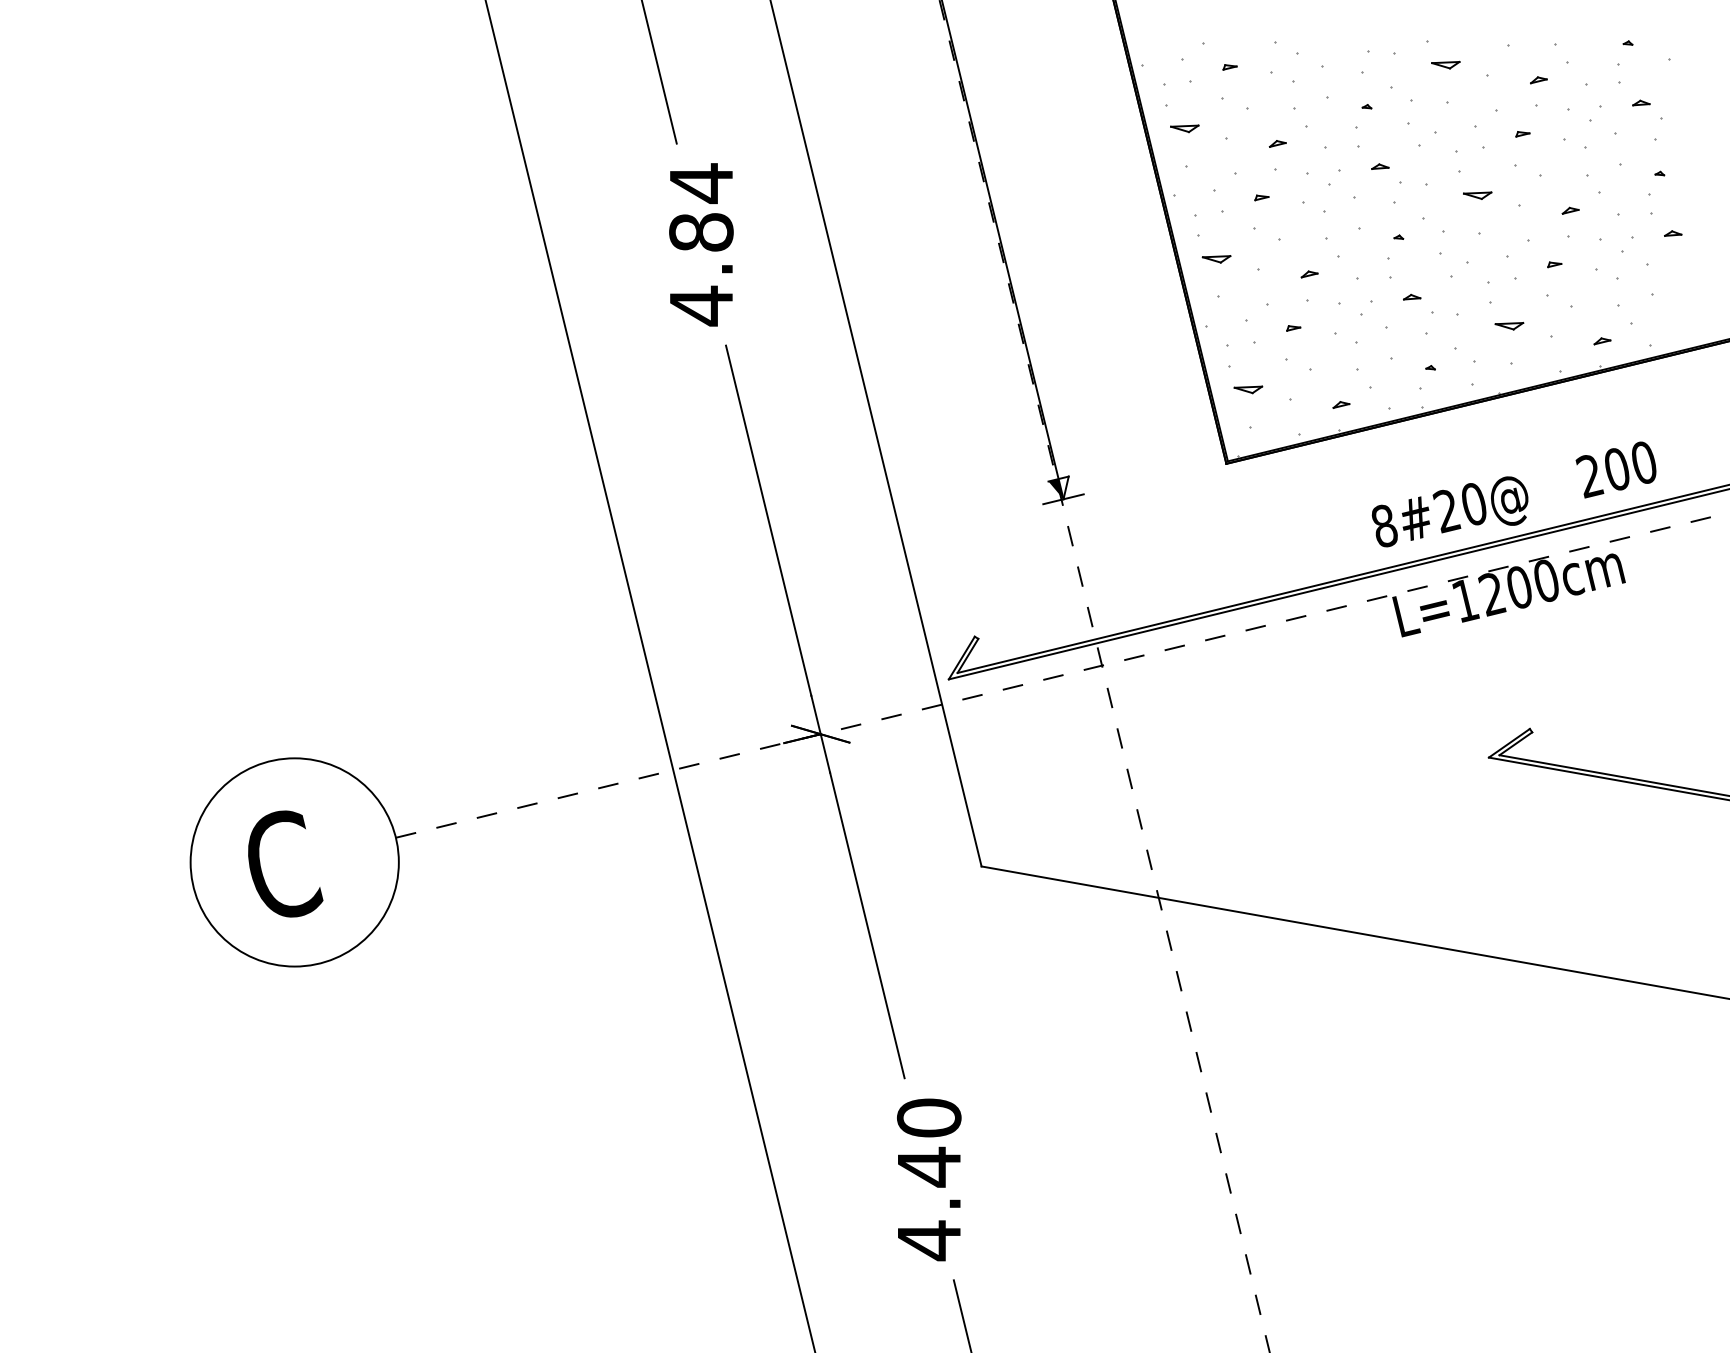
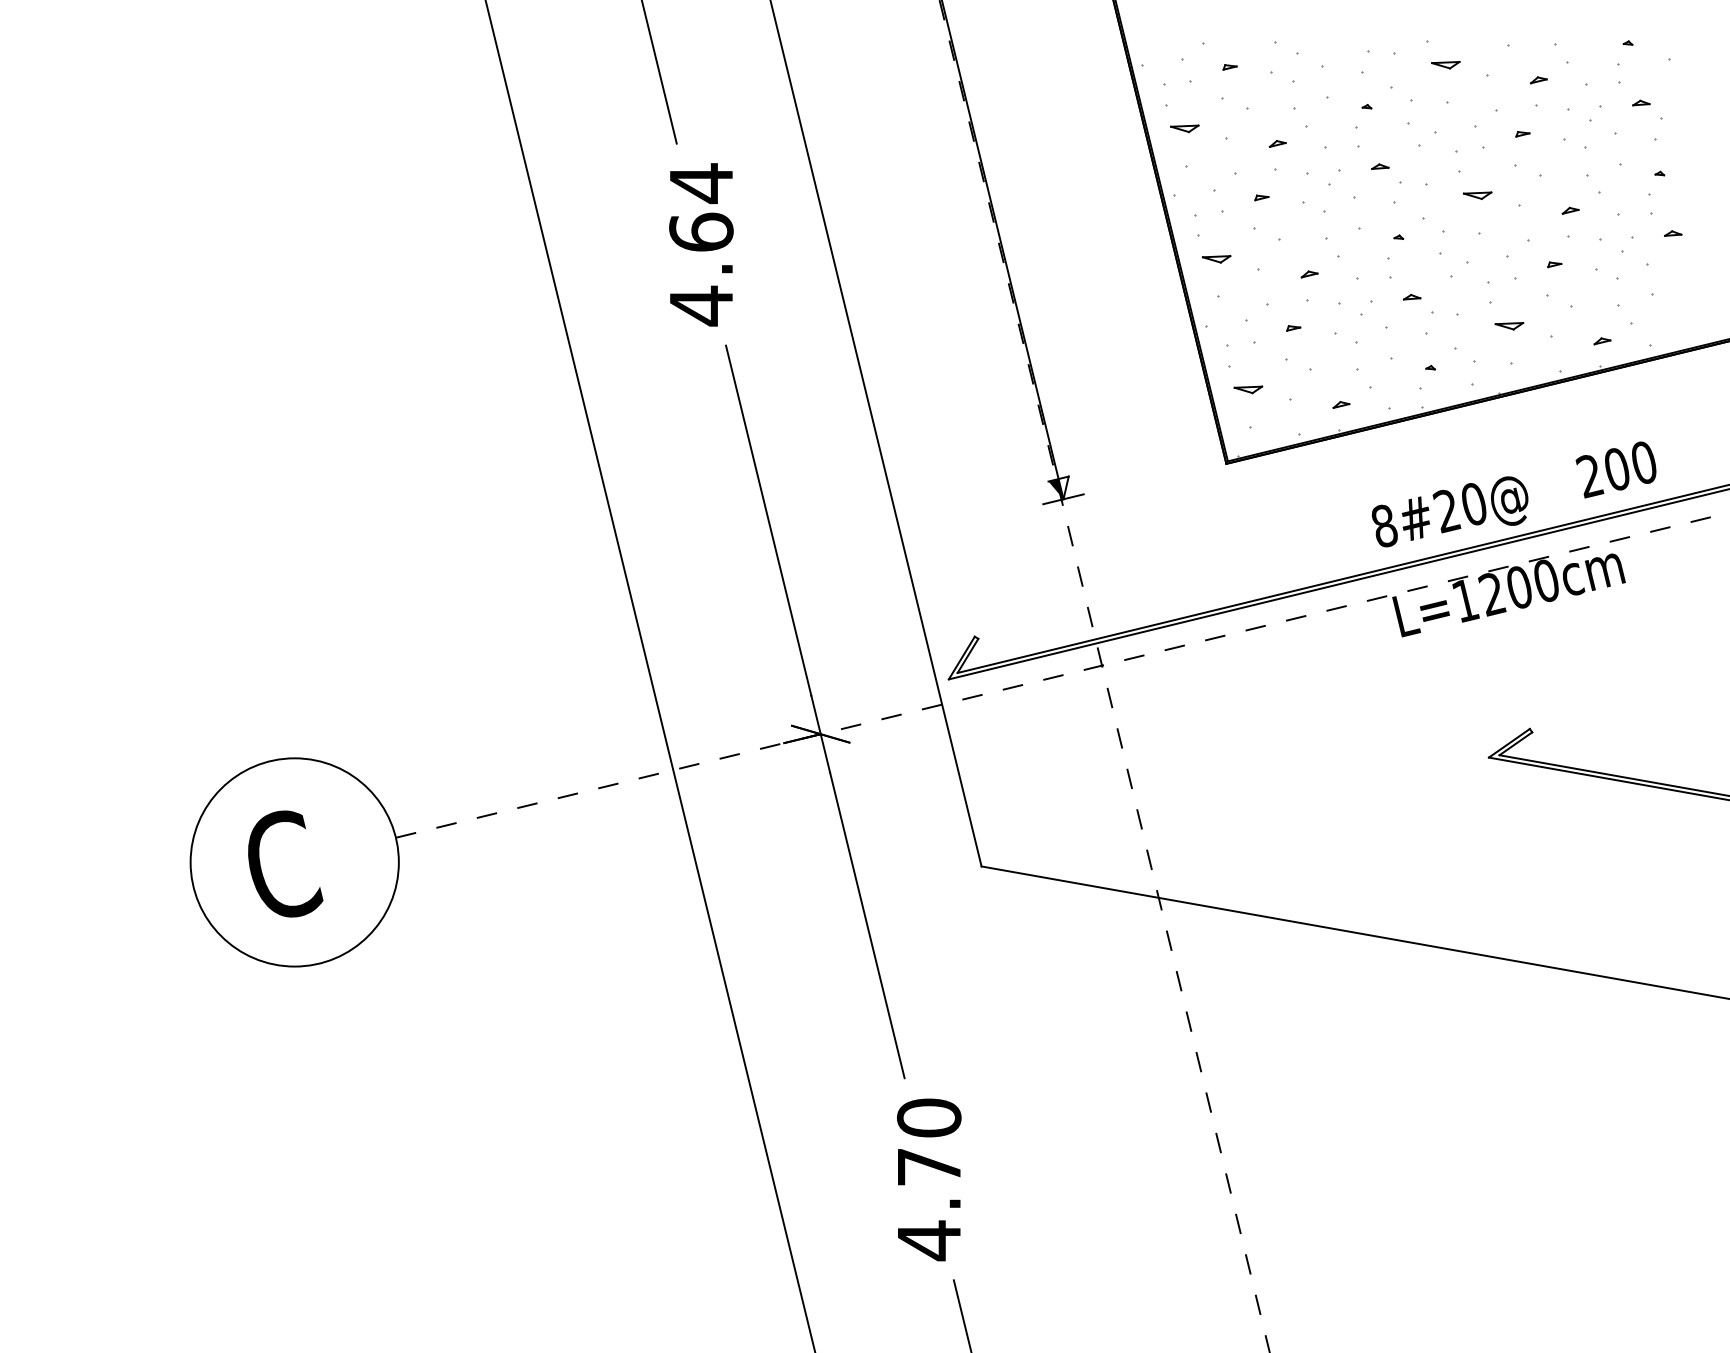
text at (701, 231): 4.84 -> 4.64
text at (929, 1166): 4.40 -> 4.70
